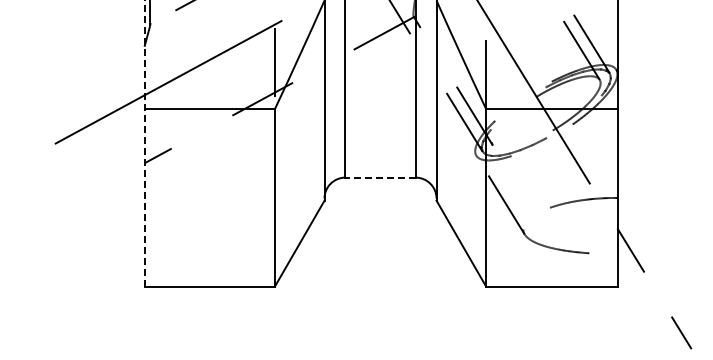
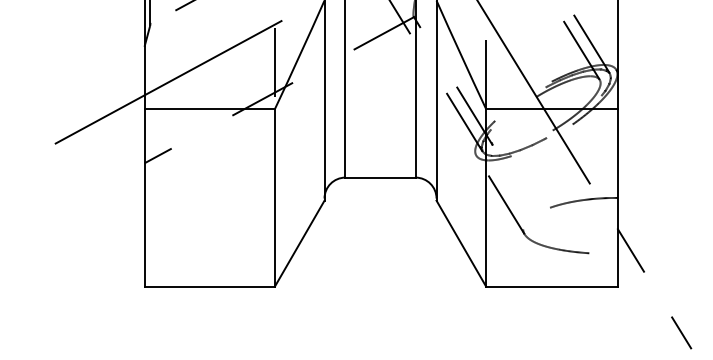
line at (144, 143): dashed -> solid
line at (380, 177): dashed -> solid
